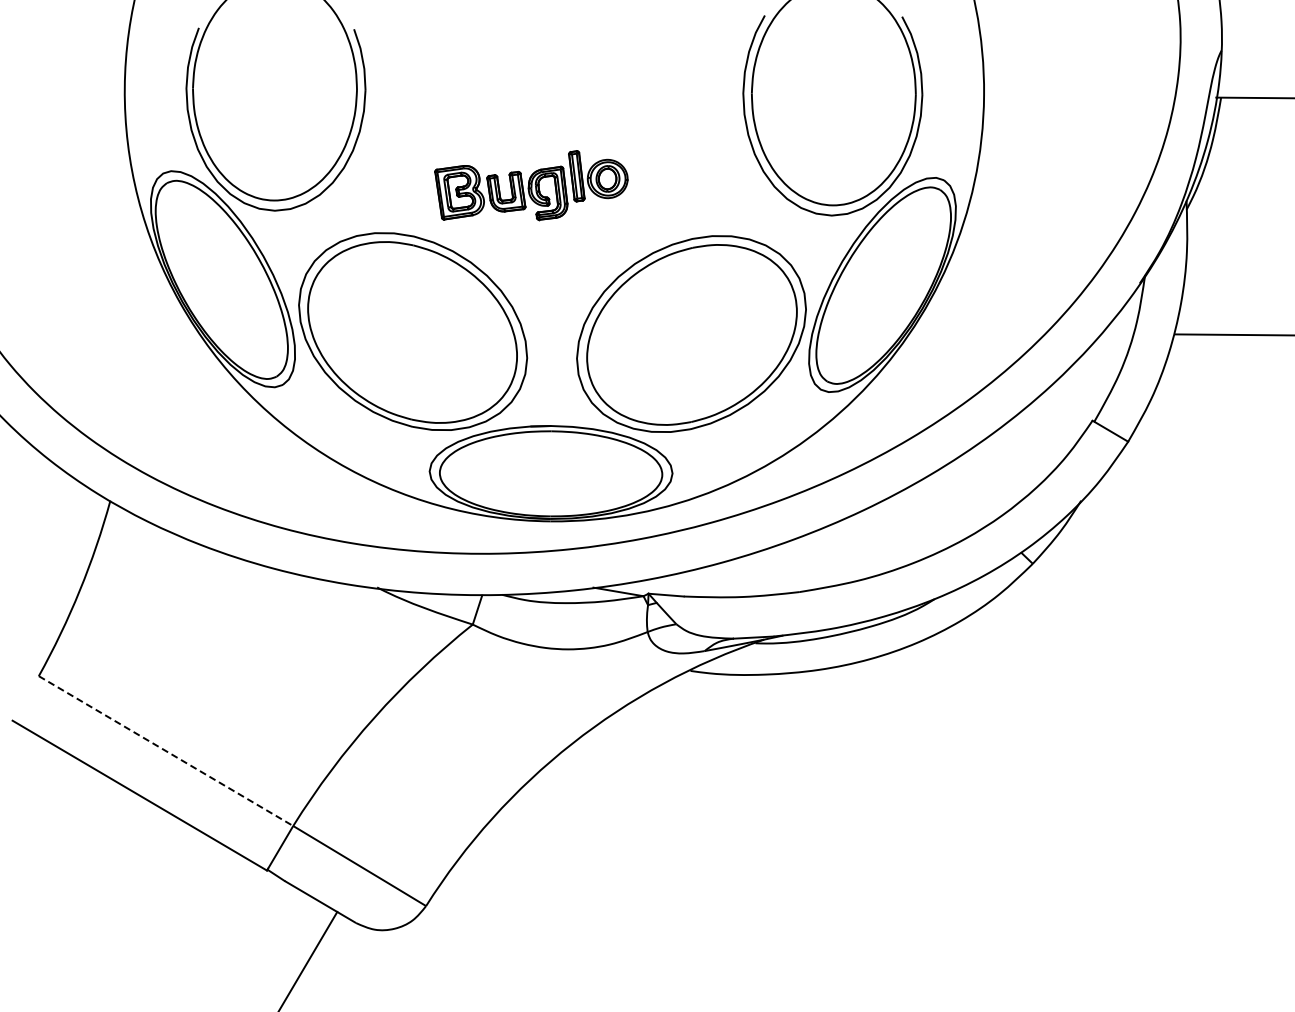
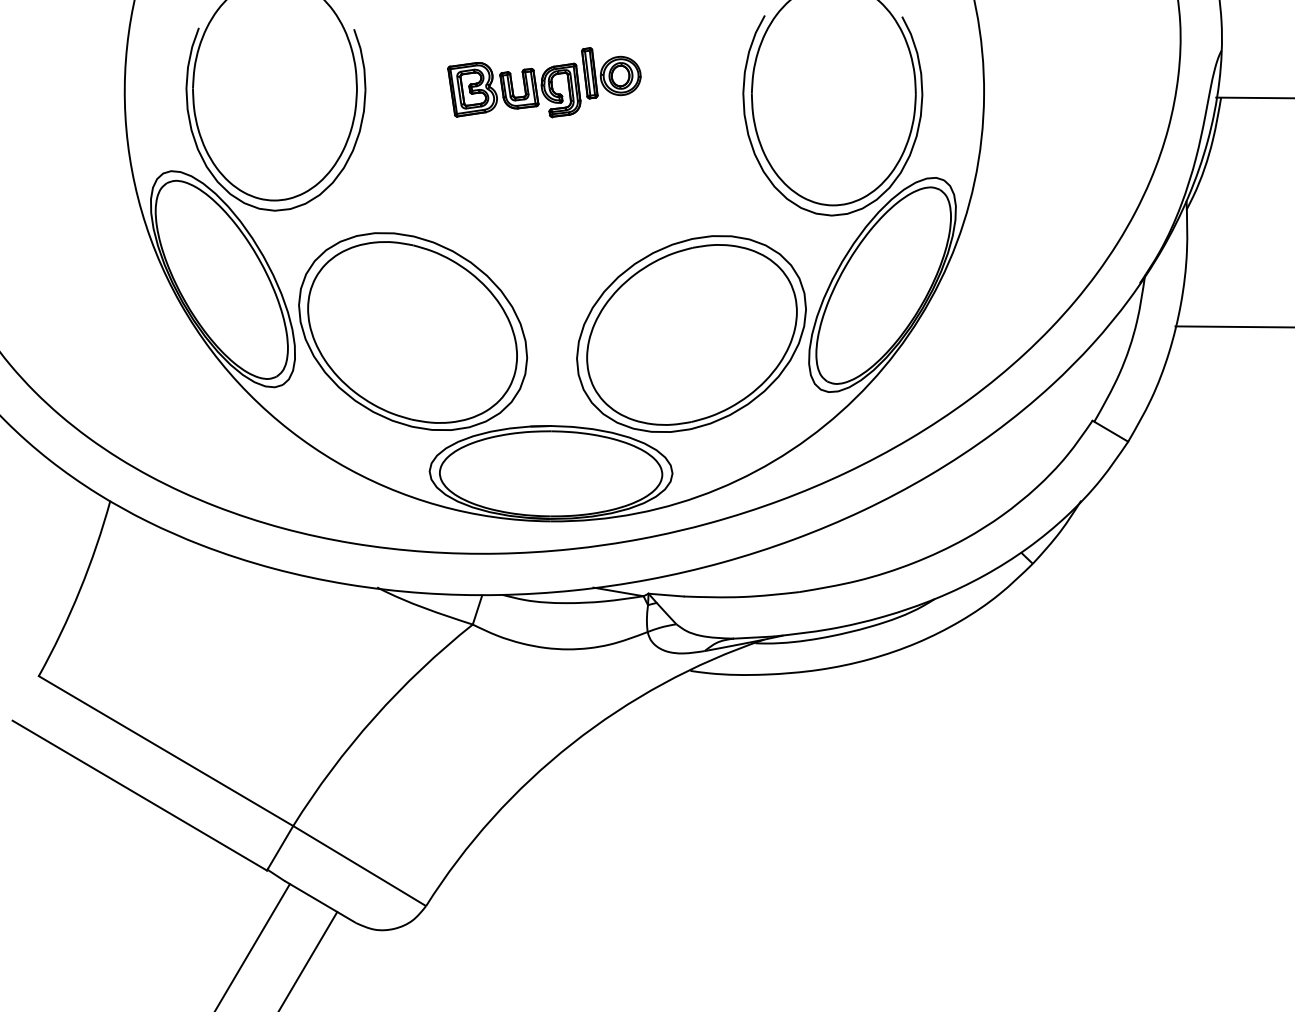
part at (531, 185) position: (531, 185) -> (544, 82)
line at (1233, 334) position: (1233, 334) -> (1233, 326)
line at (166, 751): dashed -> solid
line at (252, 946): none -> present
